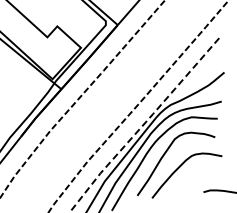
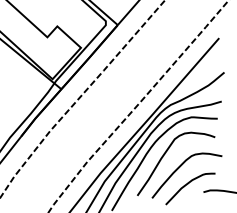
line at (143, 125): dashed -> solid
curve at (188, 184): none -> present
